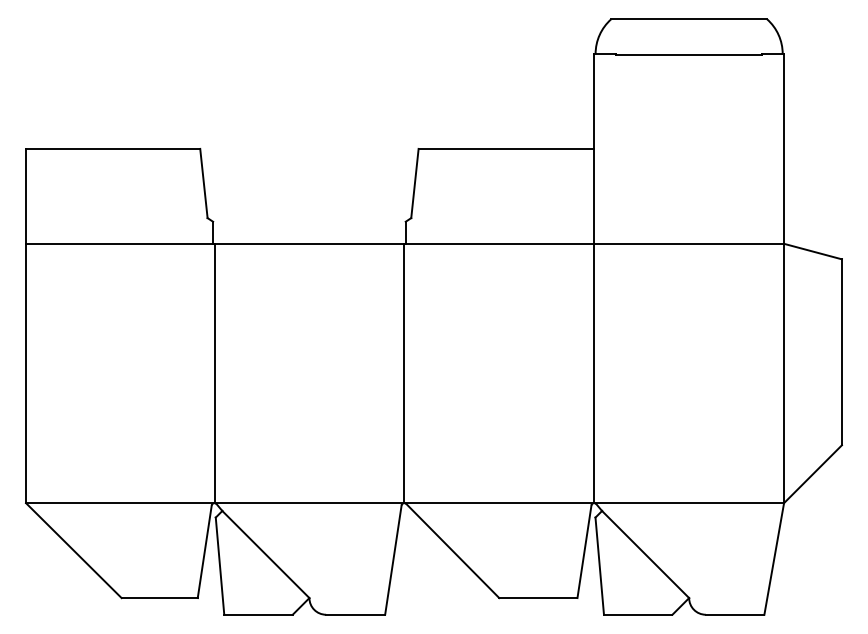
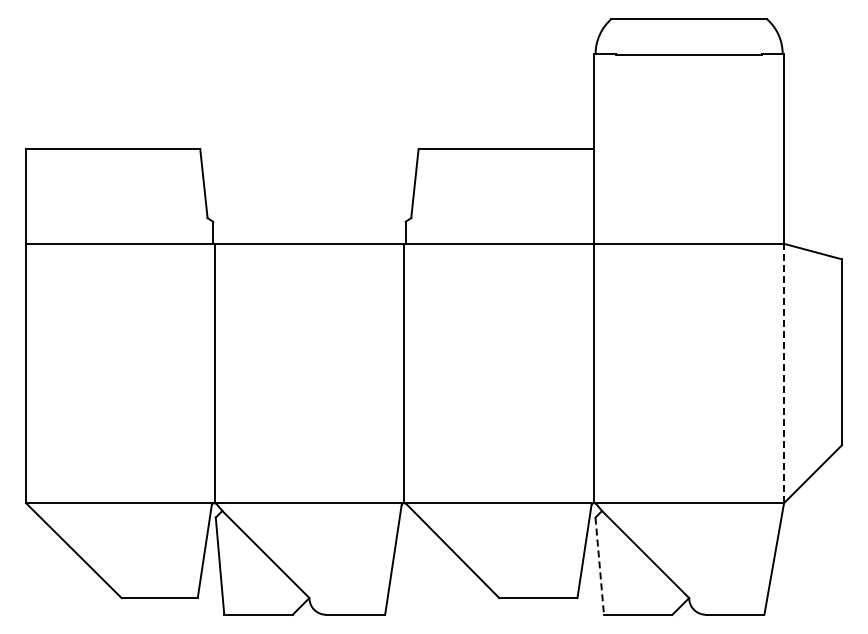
line at (784, 373): solid -> dashed
line at (599, 566): solid -> dashed
